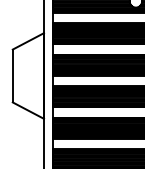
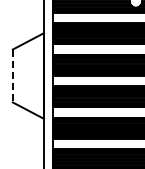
line at (12, 76): solid -> dashed
